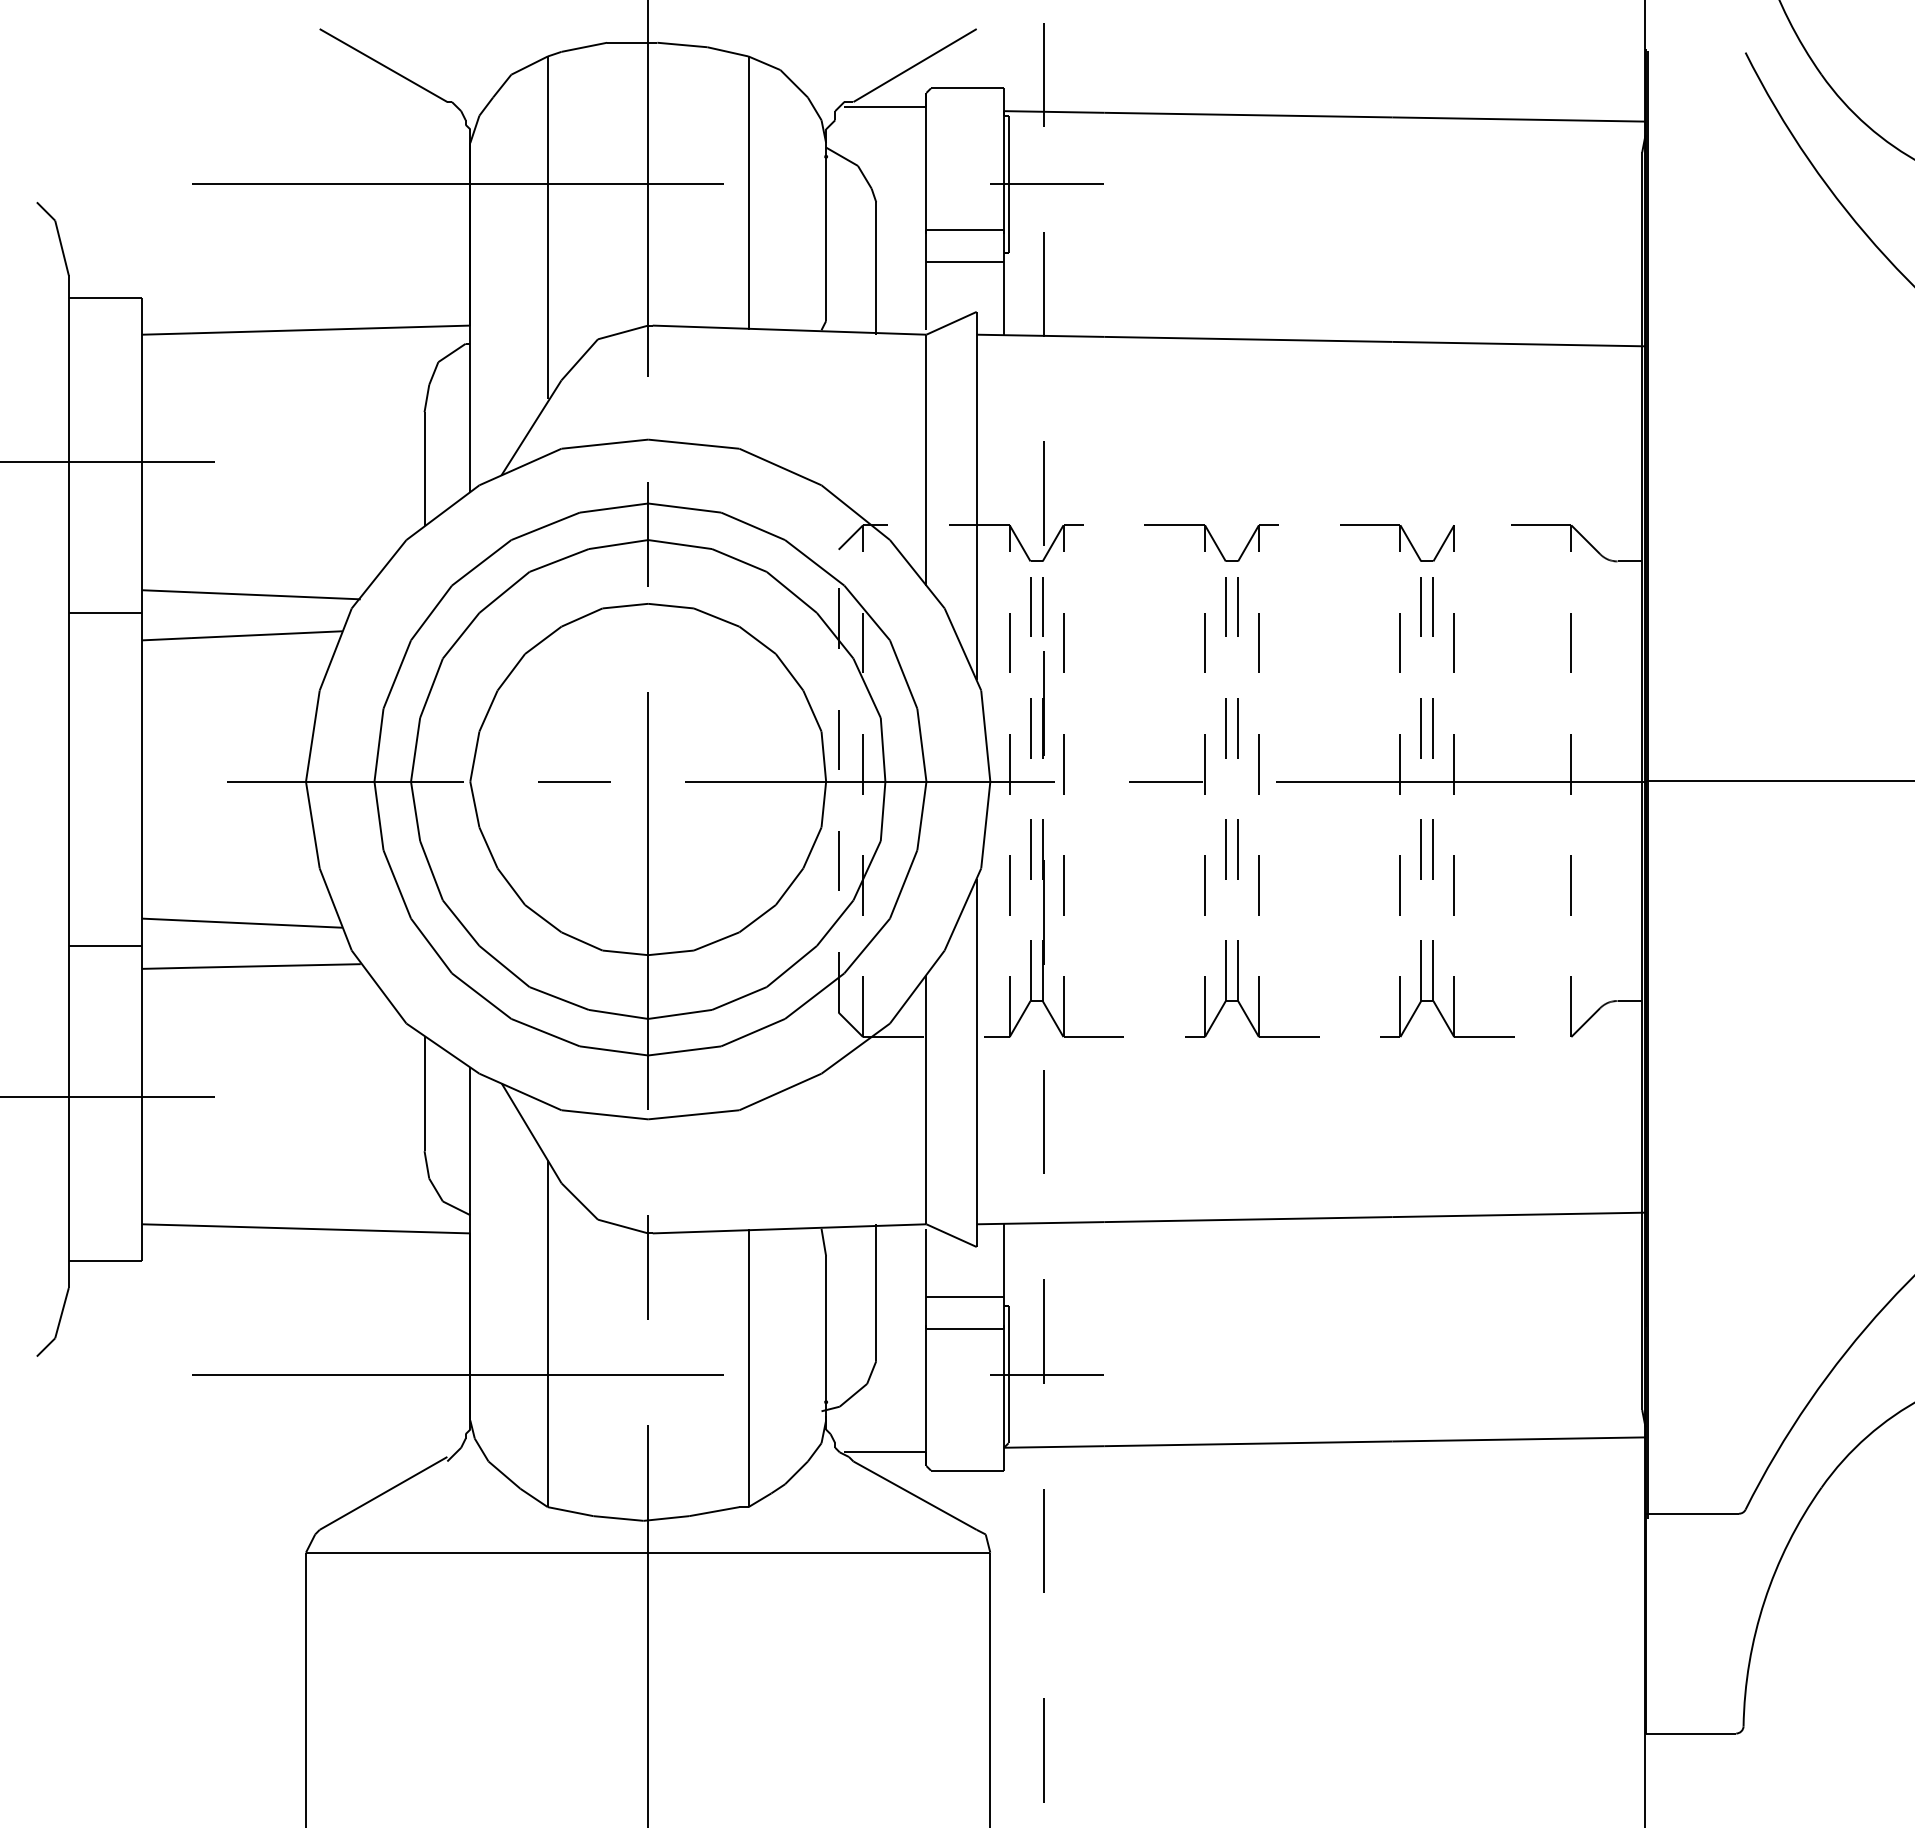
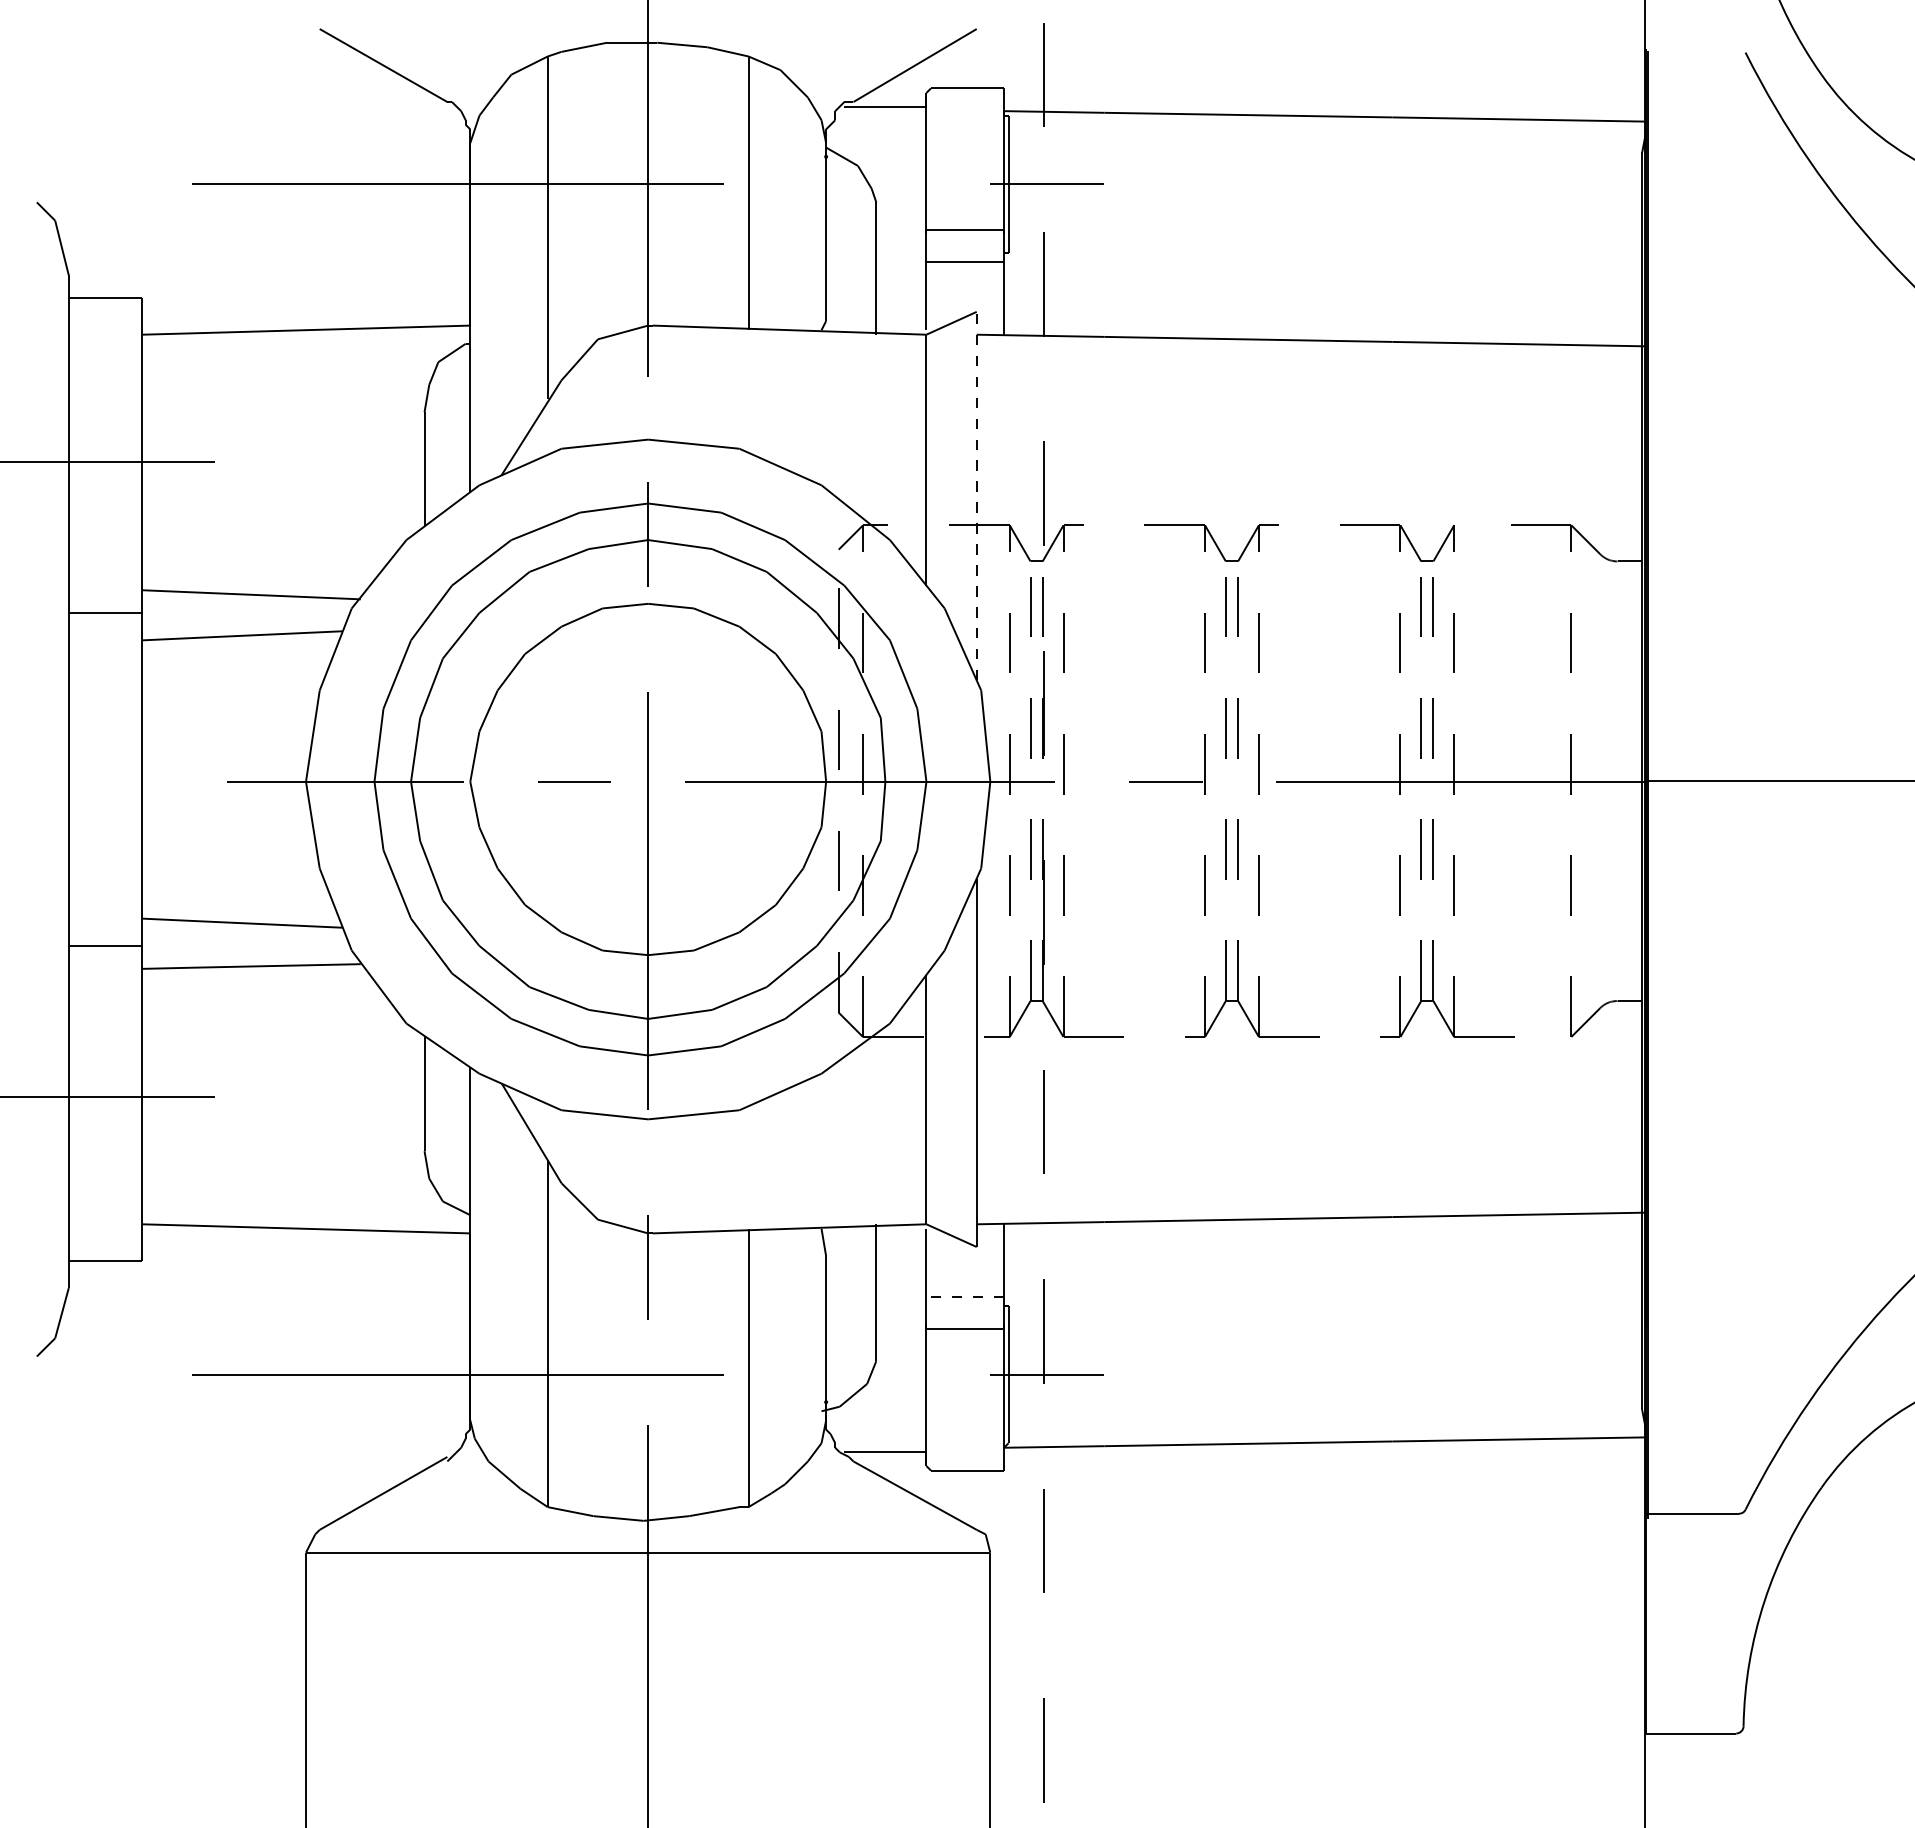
line at (976, 495): solid -> dashed
line at (965, 1297): solid -> dashed
